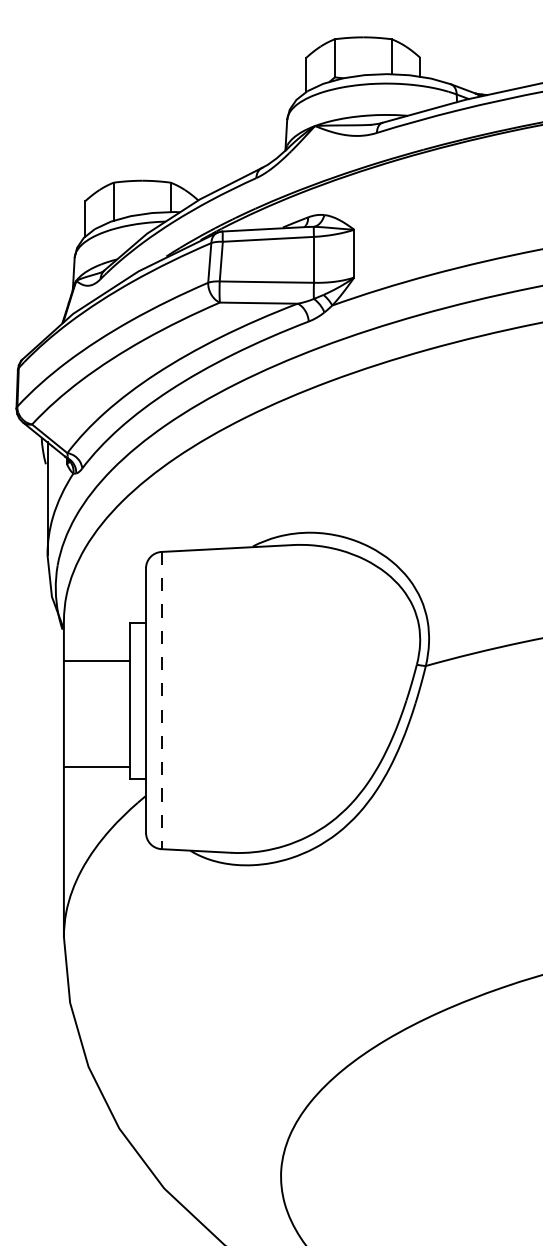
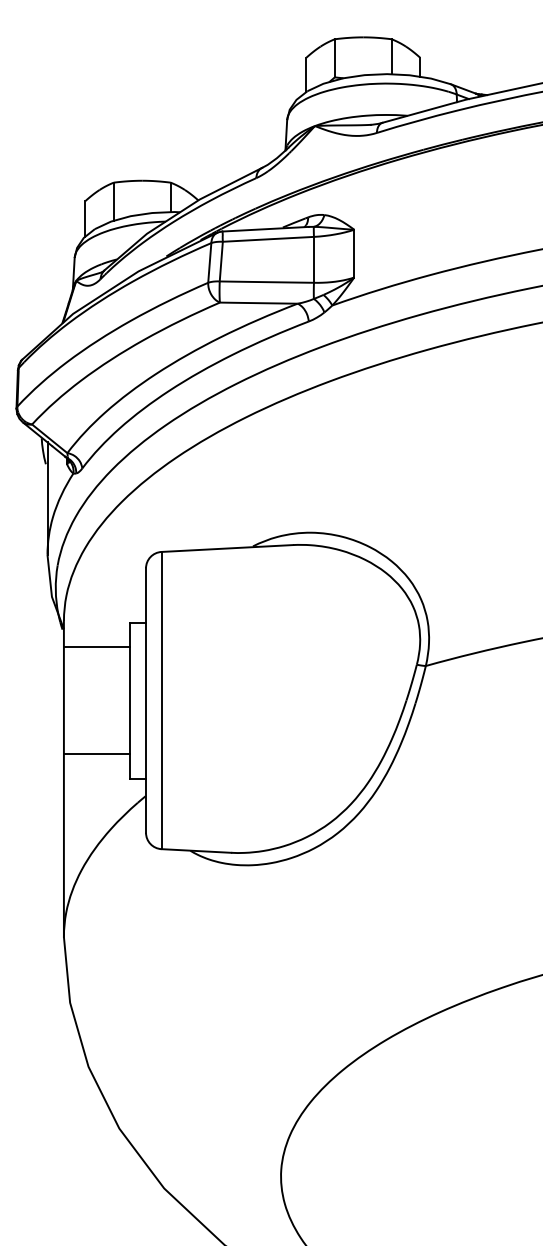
line at (96, 661) position: (96, 661) -> (96, 647)
line at (161, 700): dashed -> solid
line at (96, 766) position: (96, 766) -> (96, 753)
